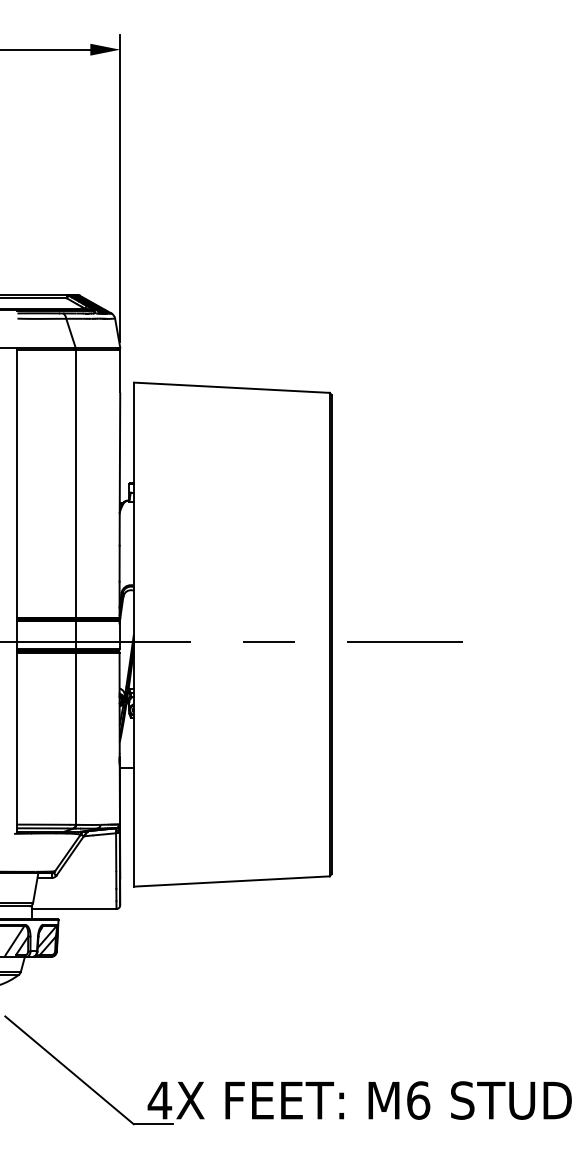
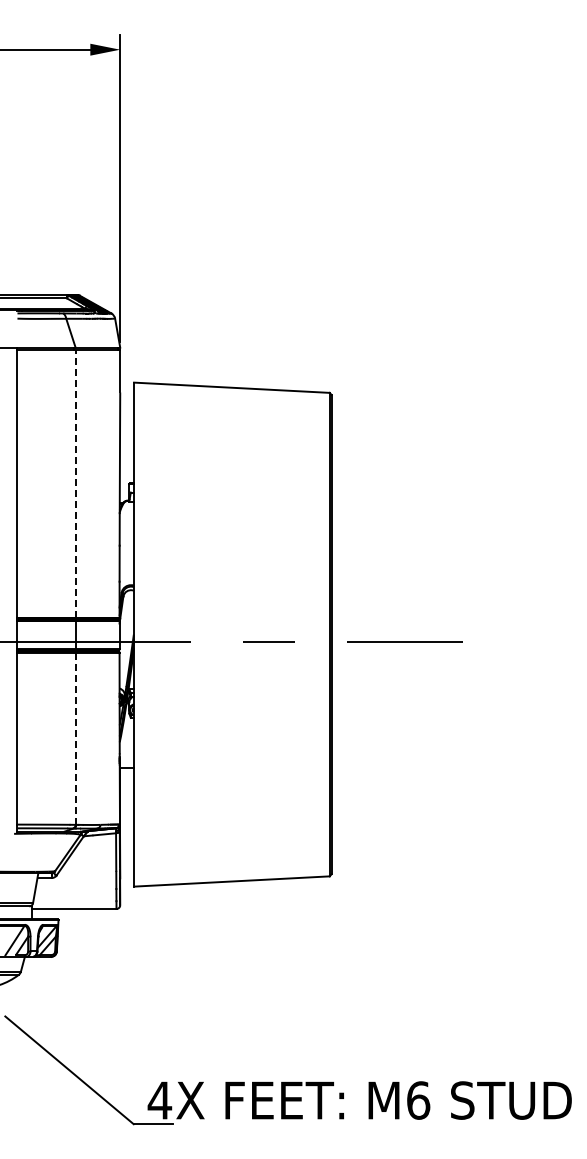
line at (75, 483): solid -> dashed
line at (75, 738): solid -> dashed
